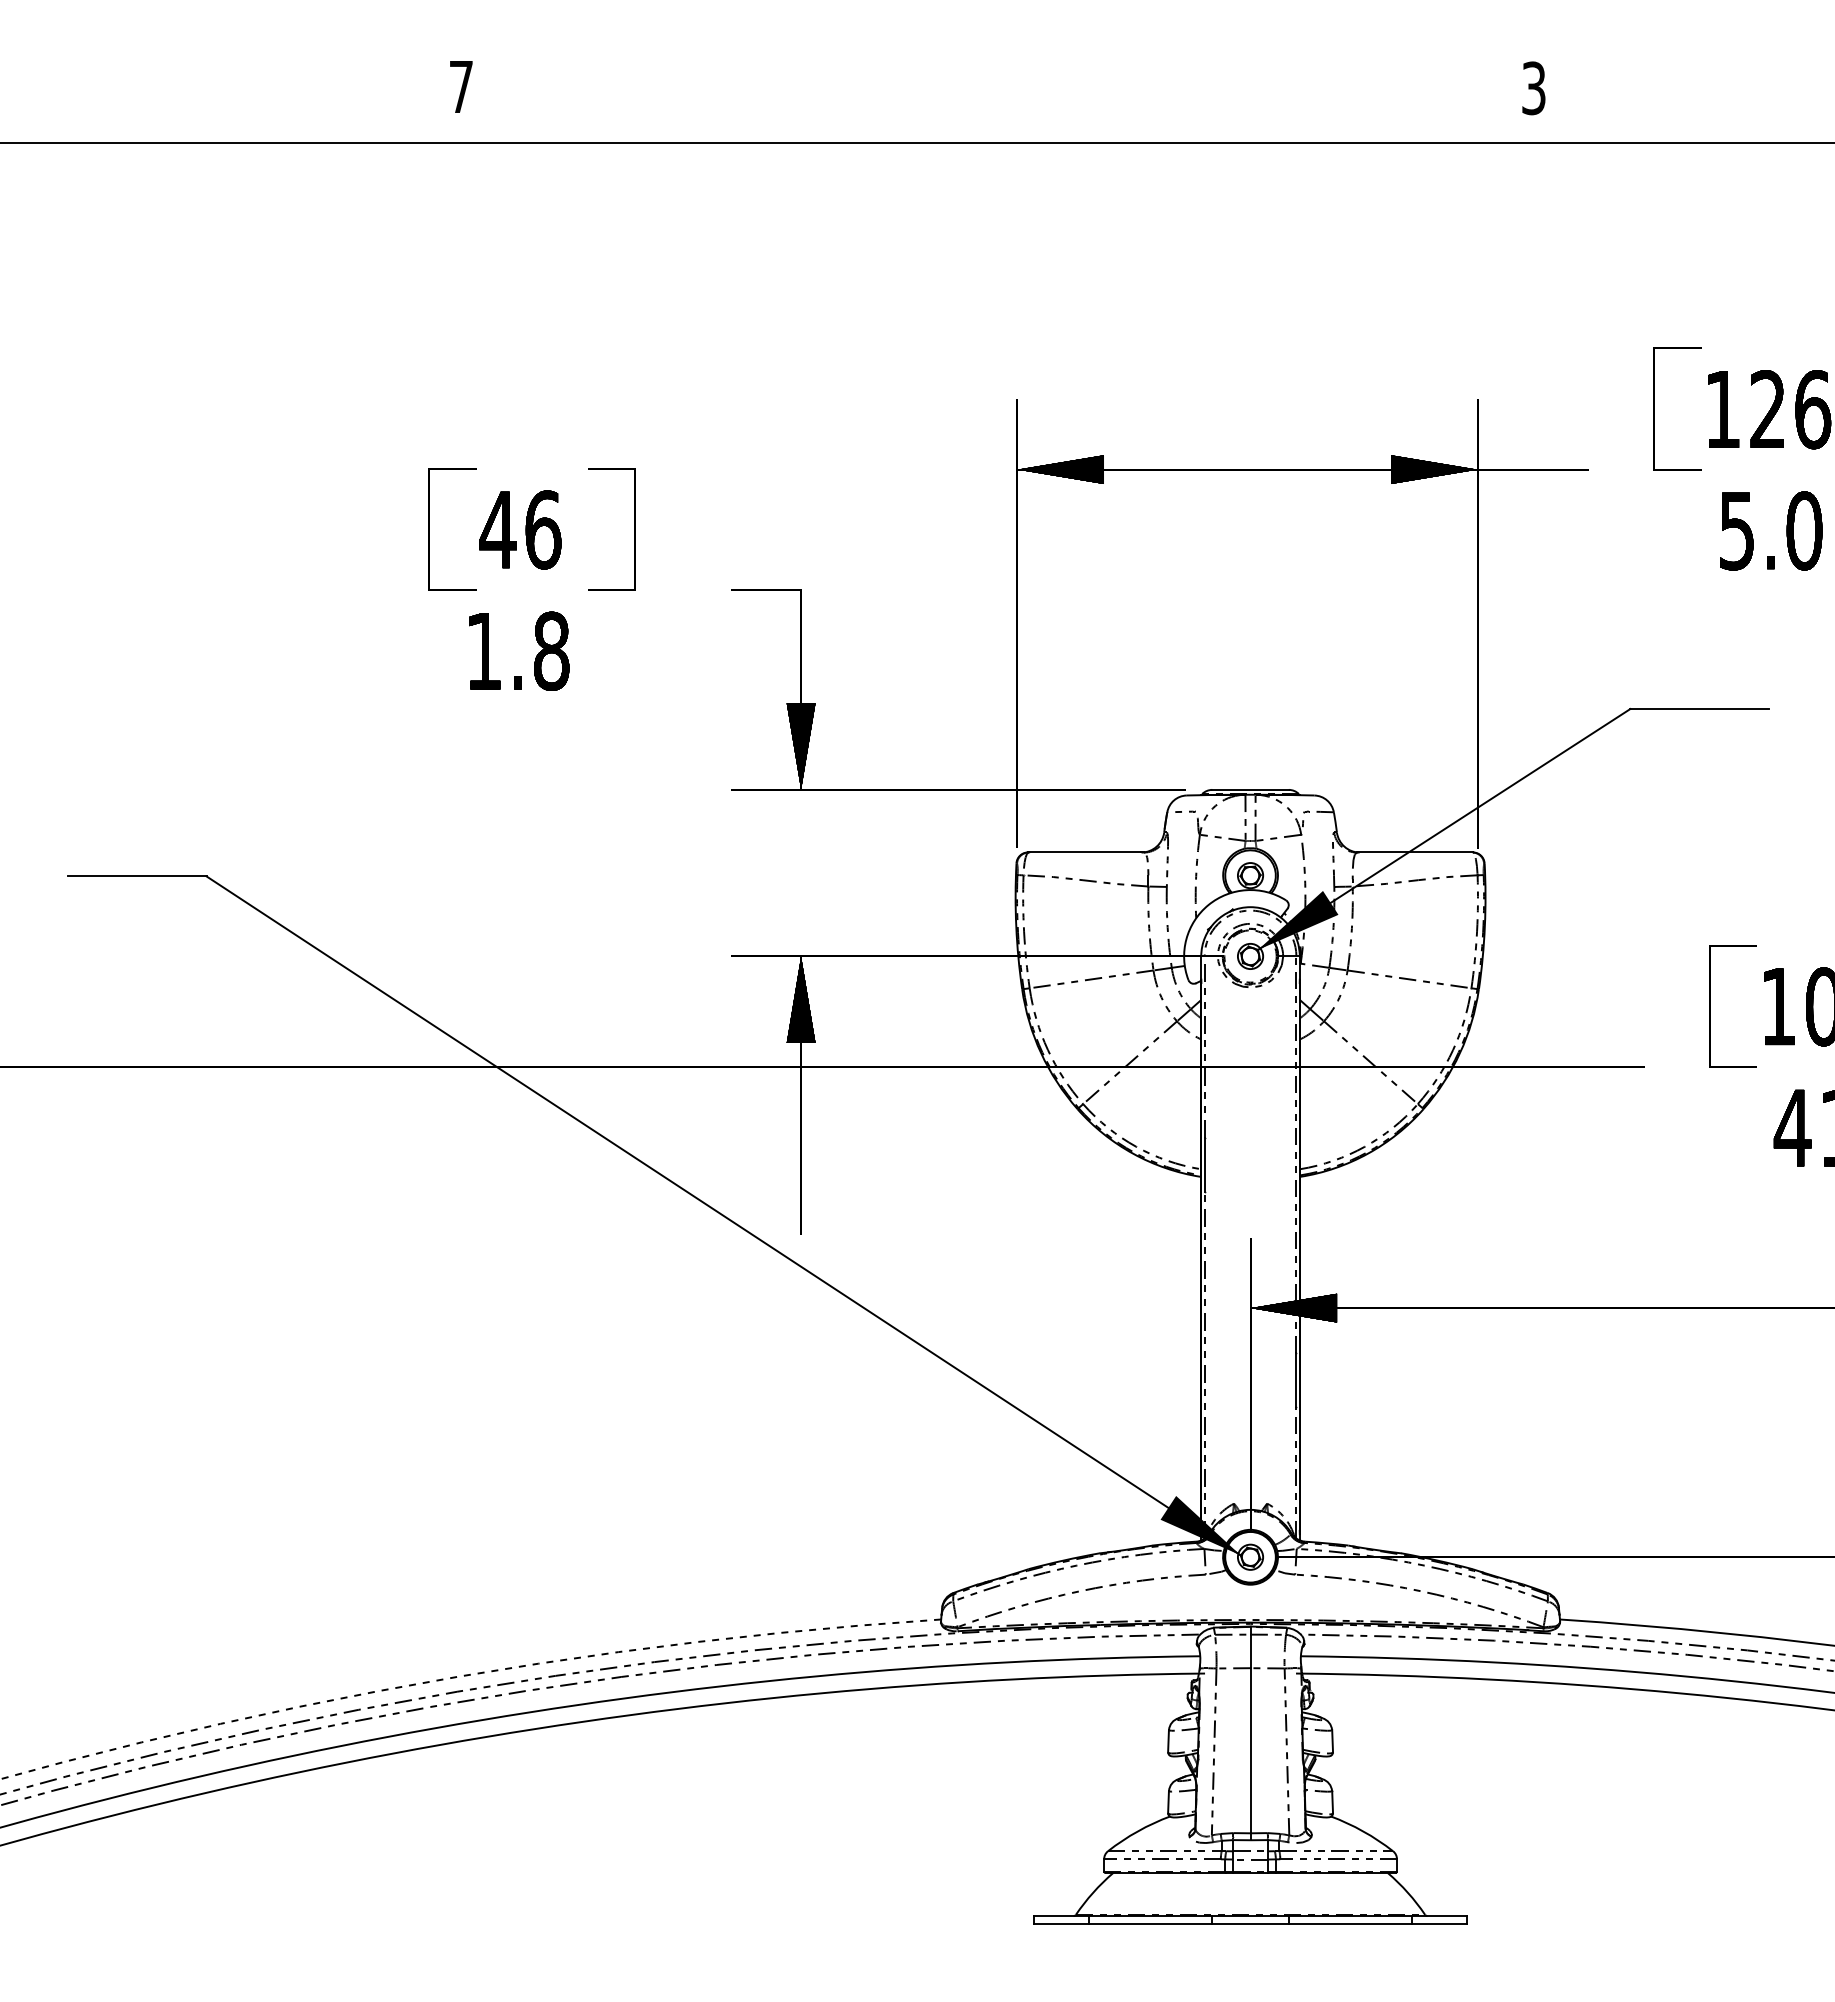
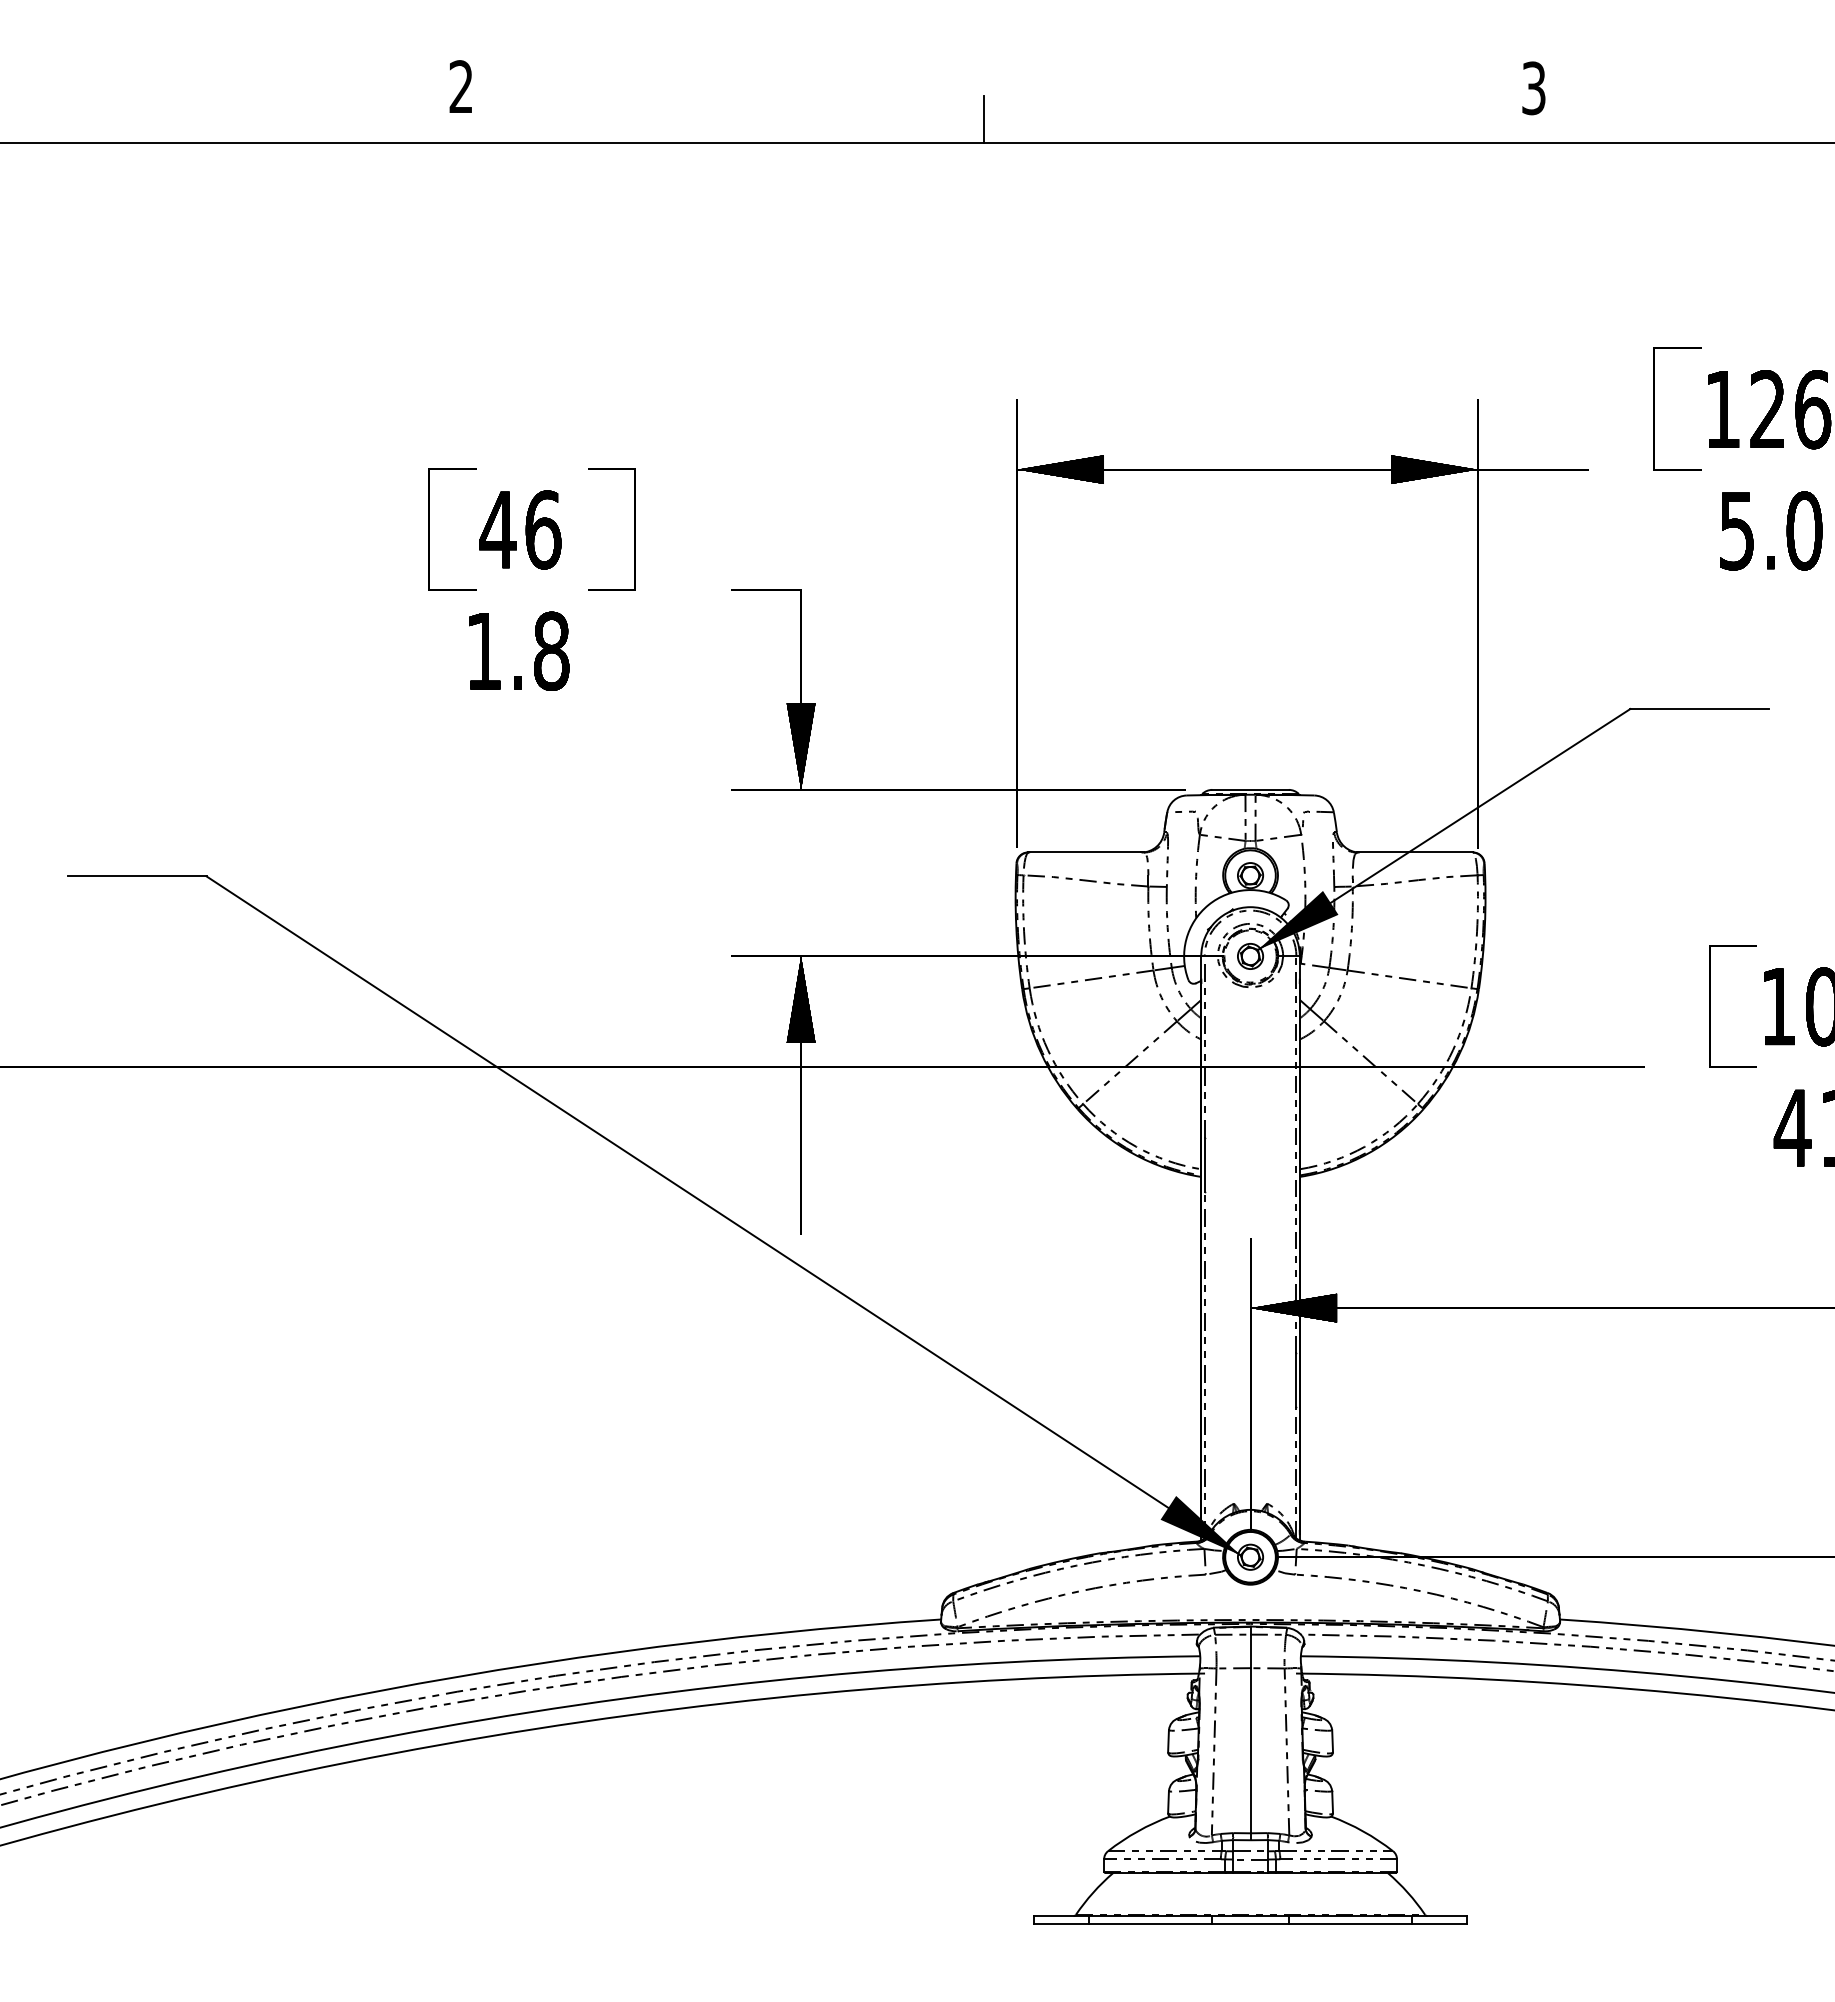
text at (460, 86): 7 -> 2
line at (983, 119): none -> present
arc at (465, 1675): dashed -> solid
